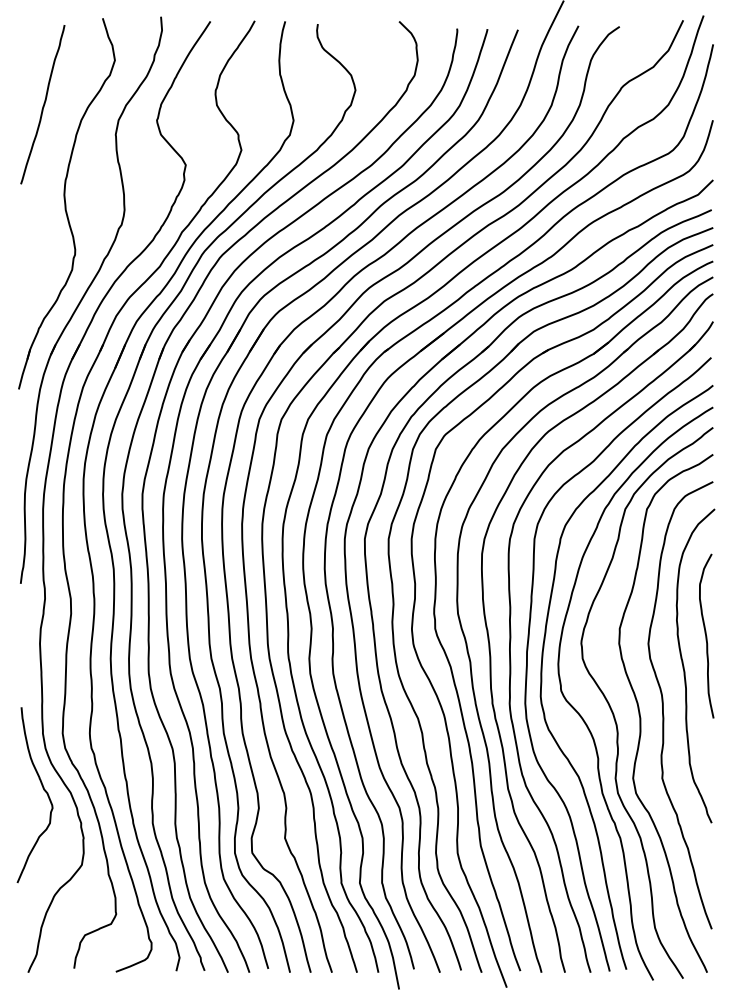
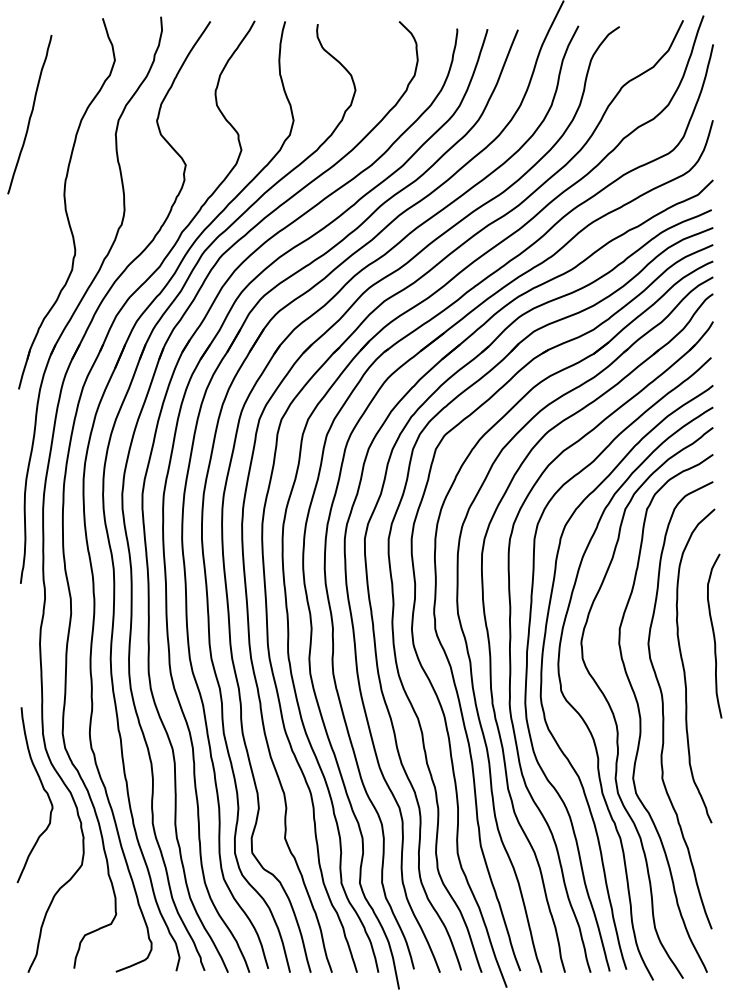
curve at (43, 104) position: (43, 104) -> (30, 114)
curve at (706, 635) position: (706, 635) -> (714, 635)
